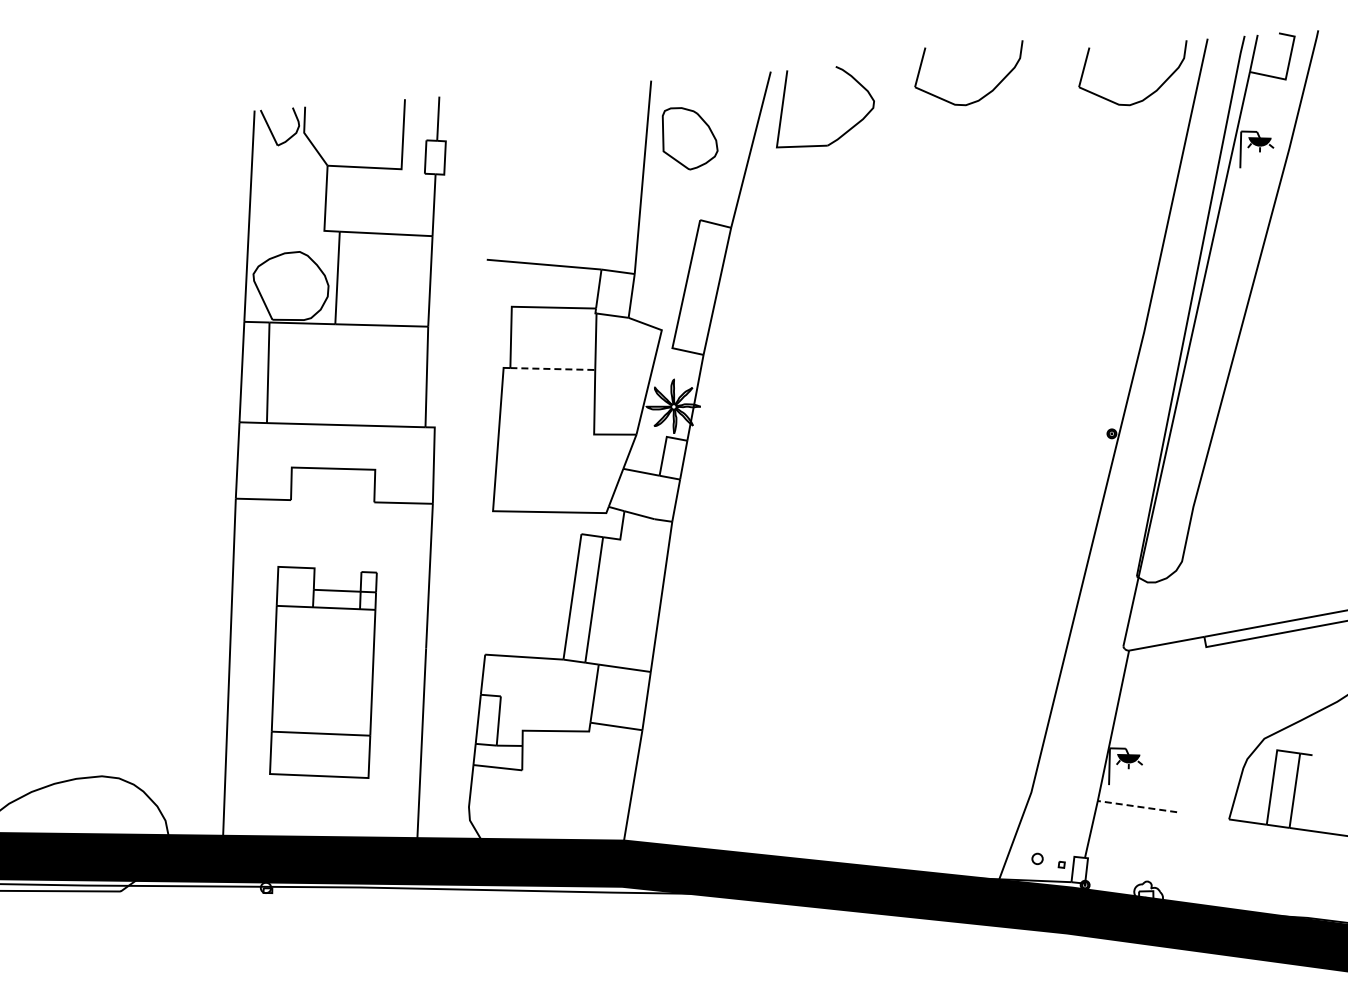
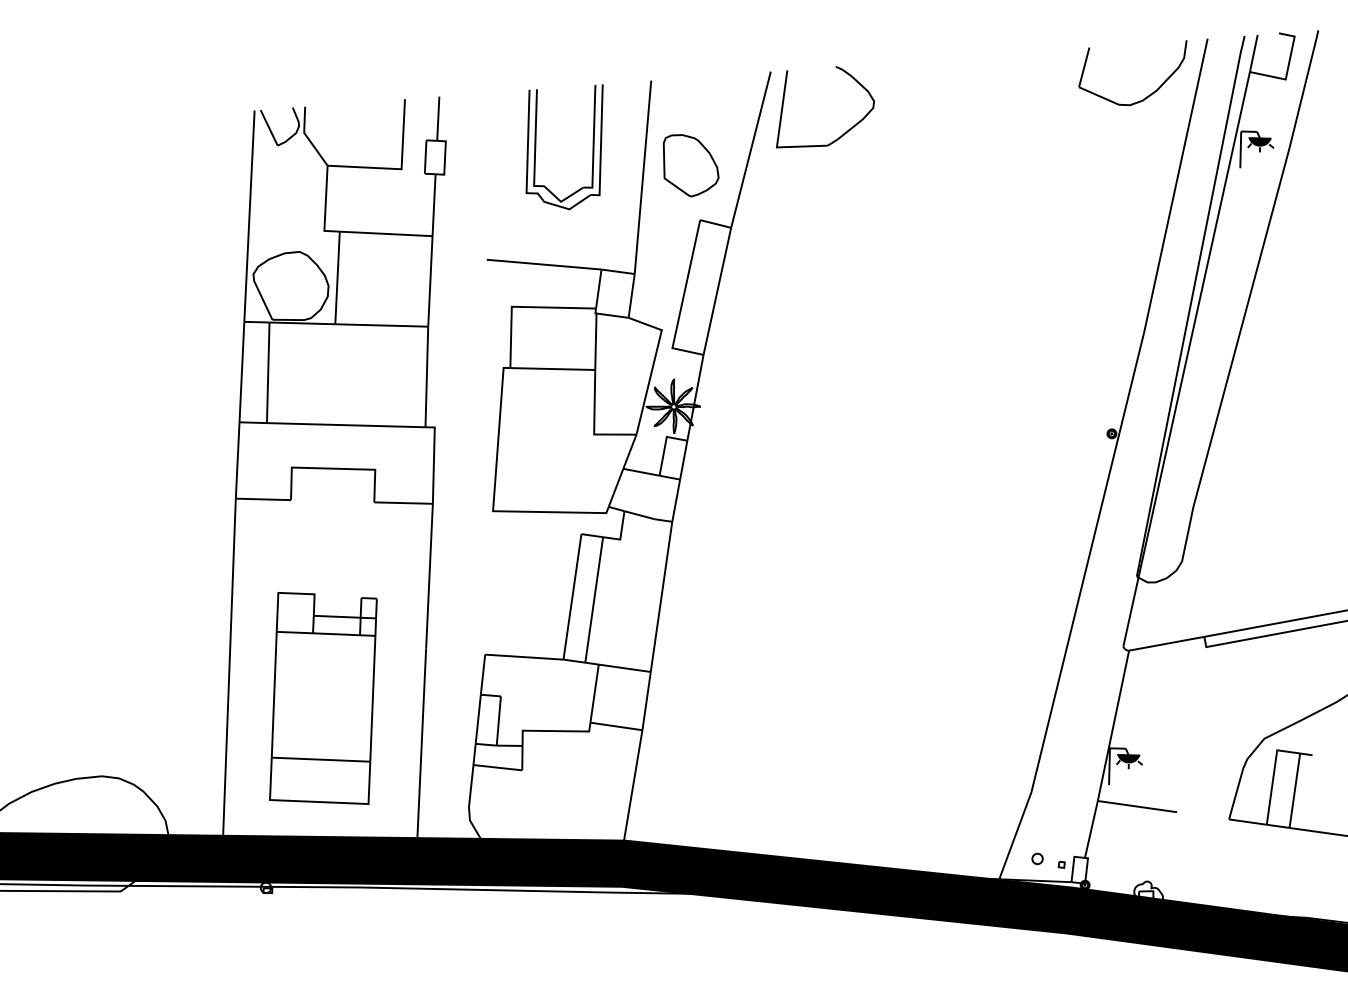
part at (986, 93): present -> none
part at (689, 138) position: (689, 138) -> (690, 165)
part at (536, 147): none -> present
line at (553, 369): dashed -> solid
part at (323, 672) position: (323, 672) -> (323, 698)
line at (1136, 806): dashed -> solid
